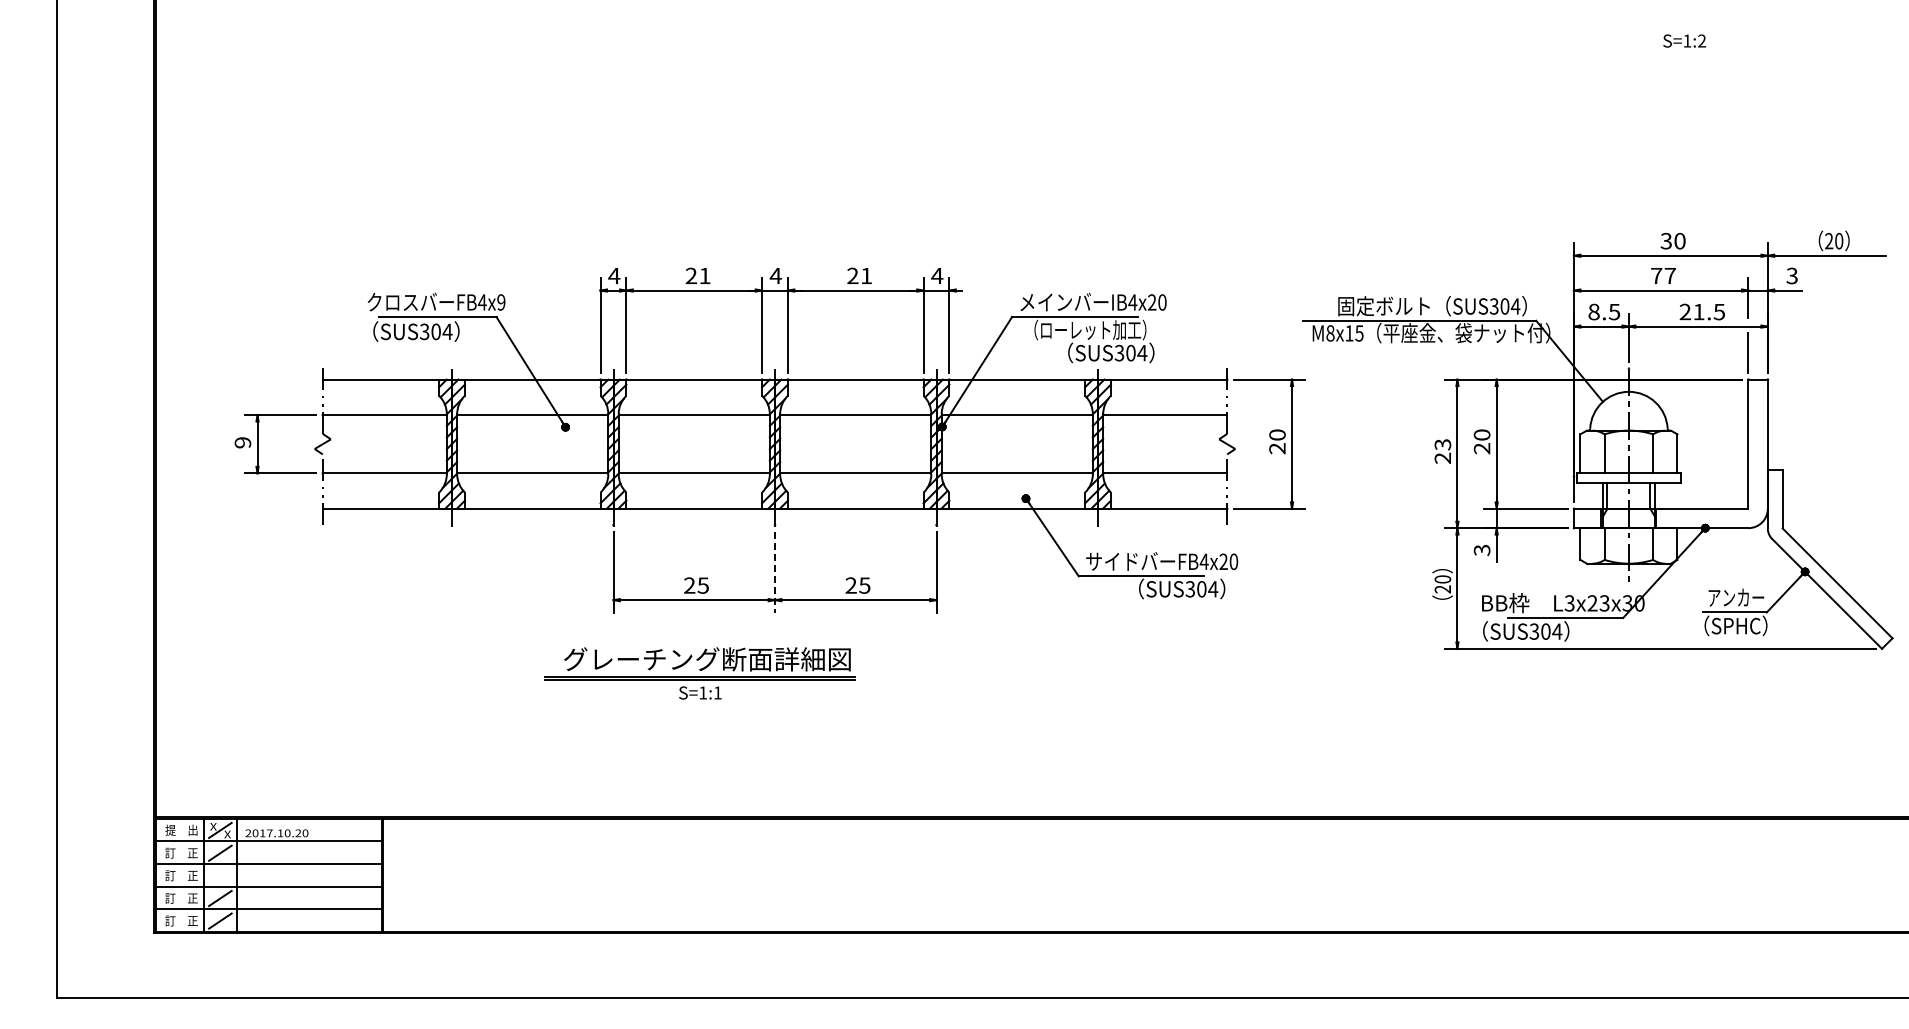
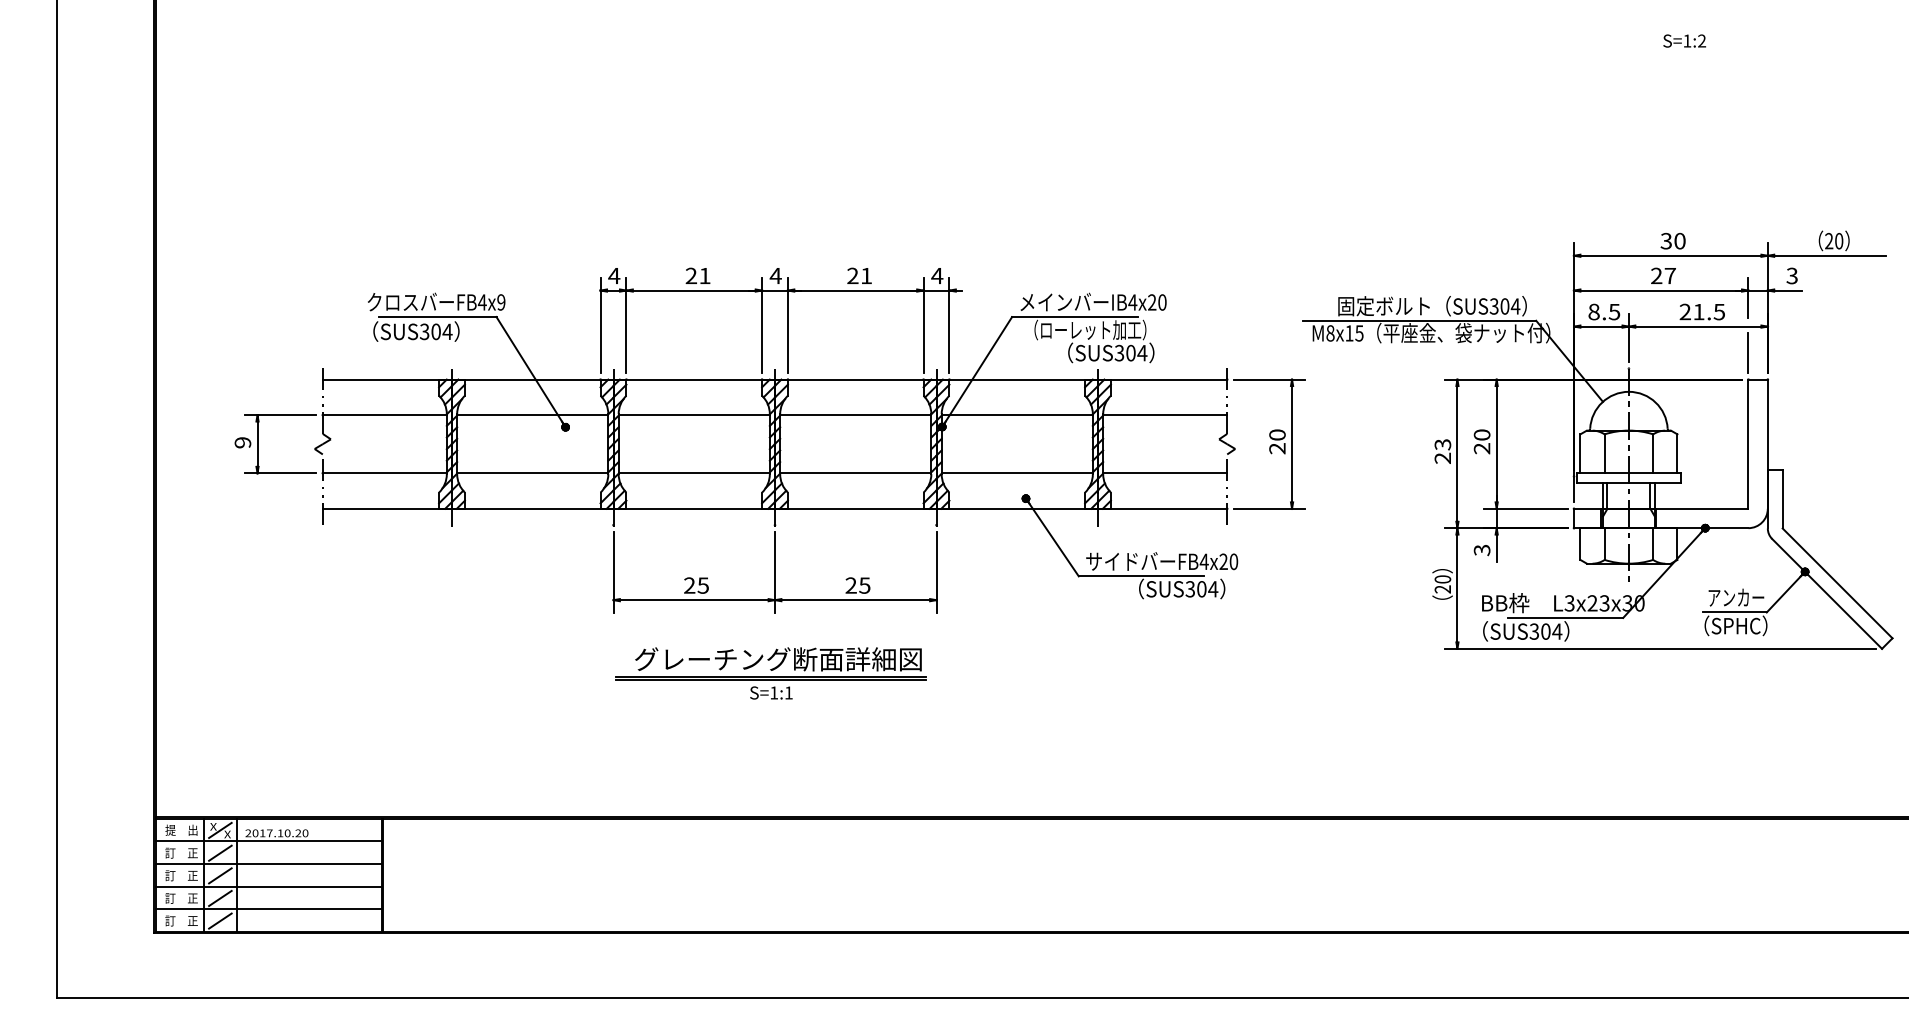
text at (1656, 275): 77 -> 27
line at (775, 572): dashed -> solid
part at (699, 673) position: (699, 673) -> (770, 673)
line at (220, 875): none -> present
